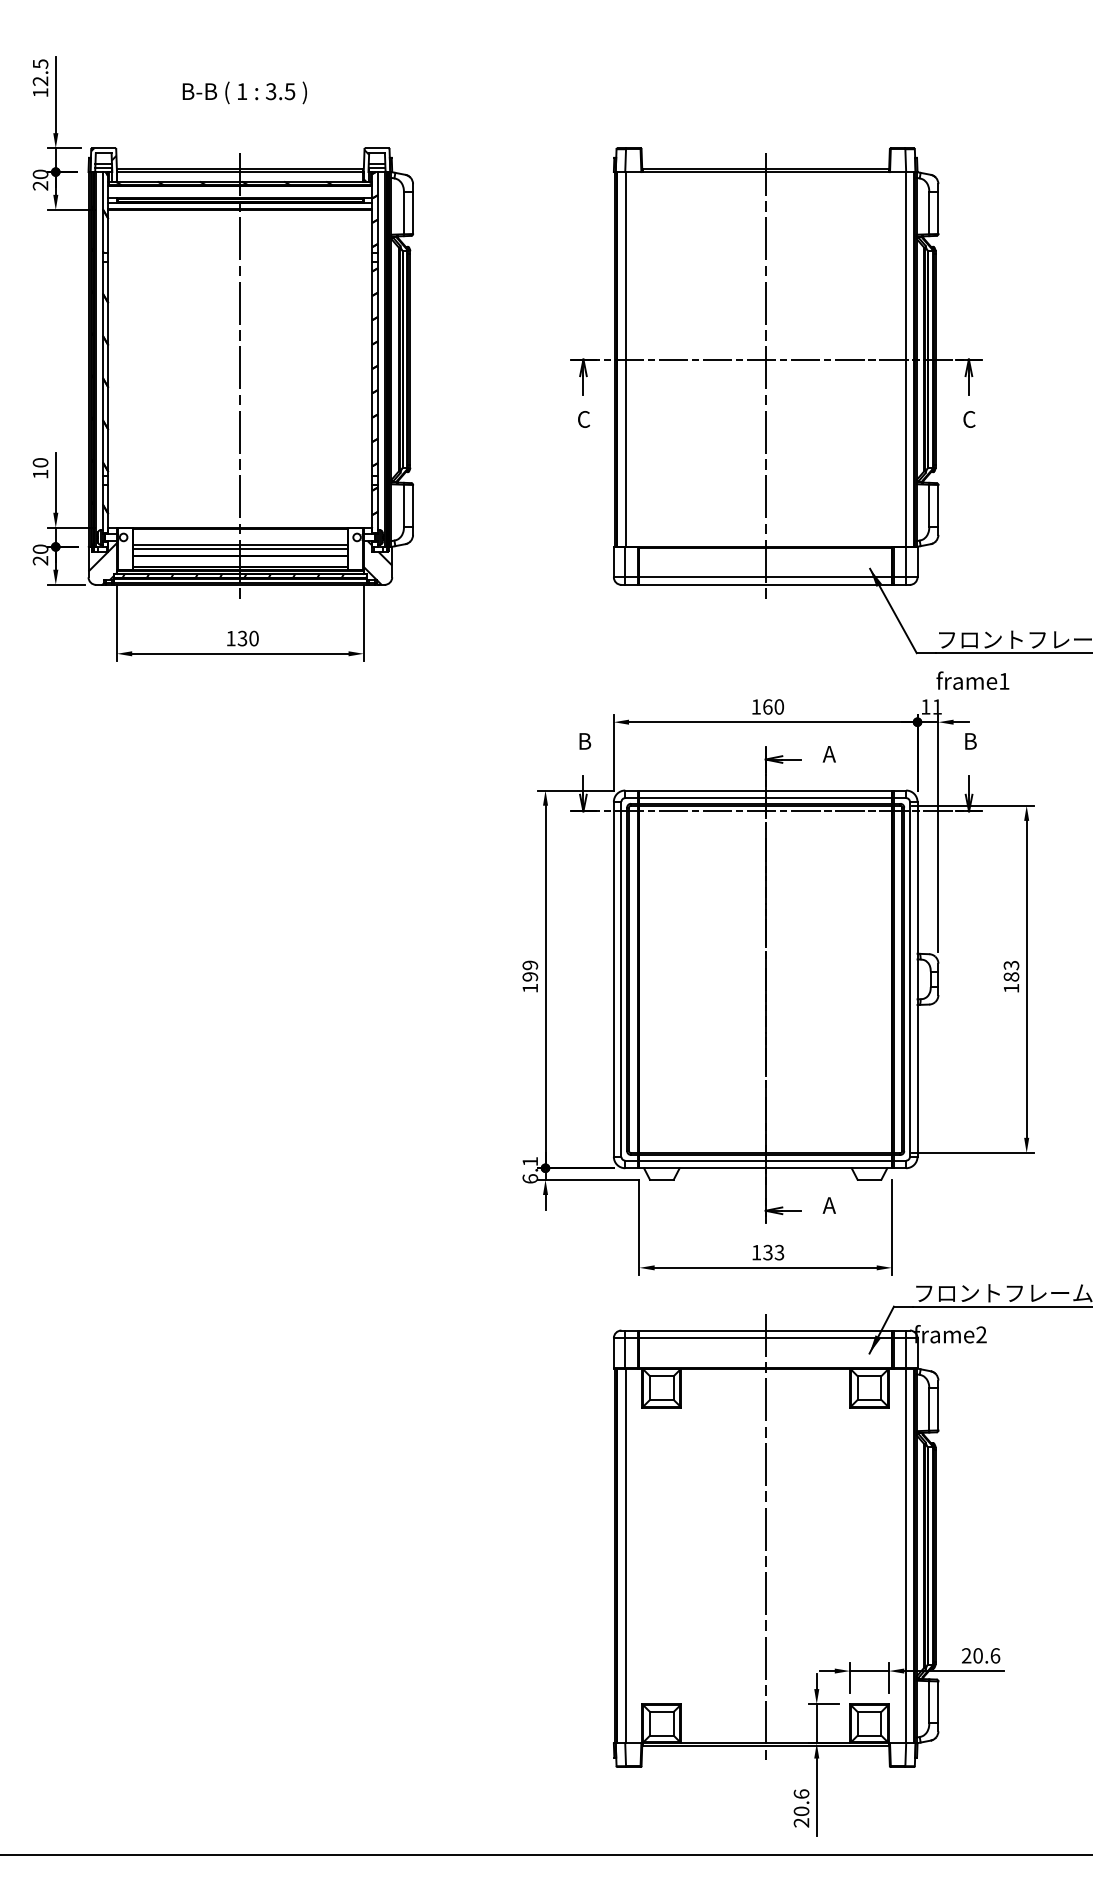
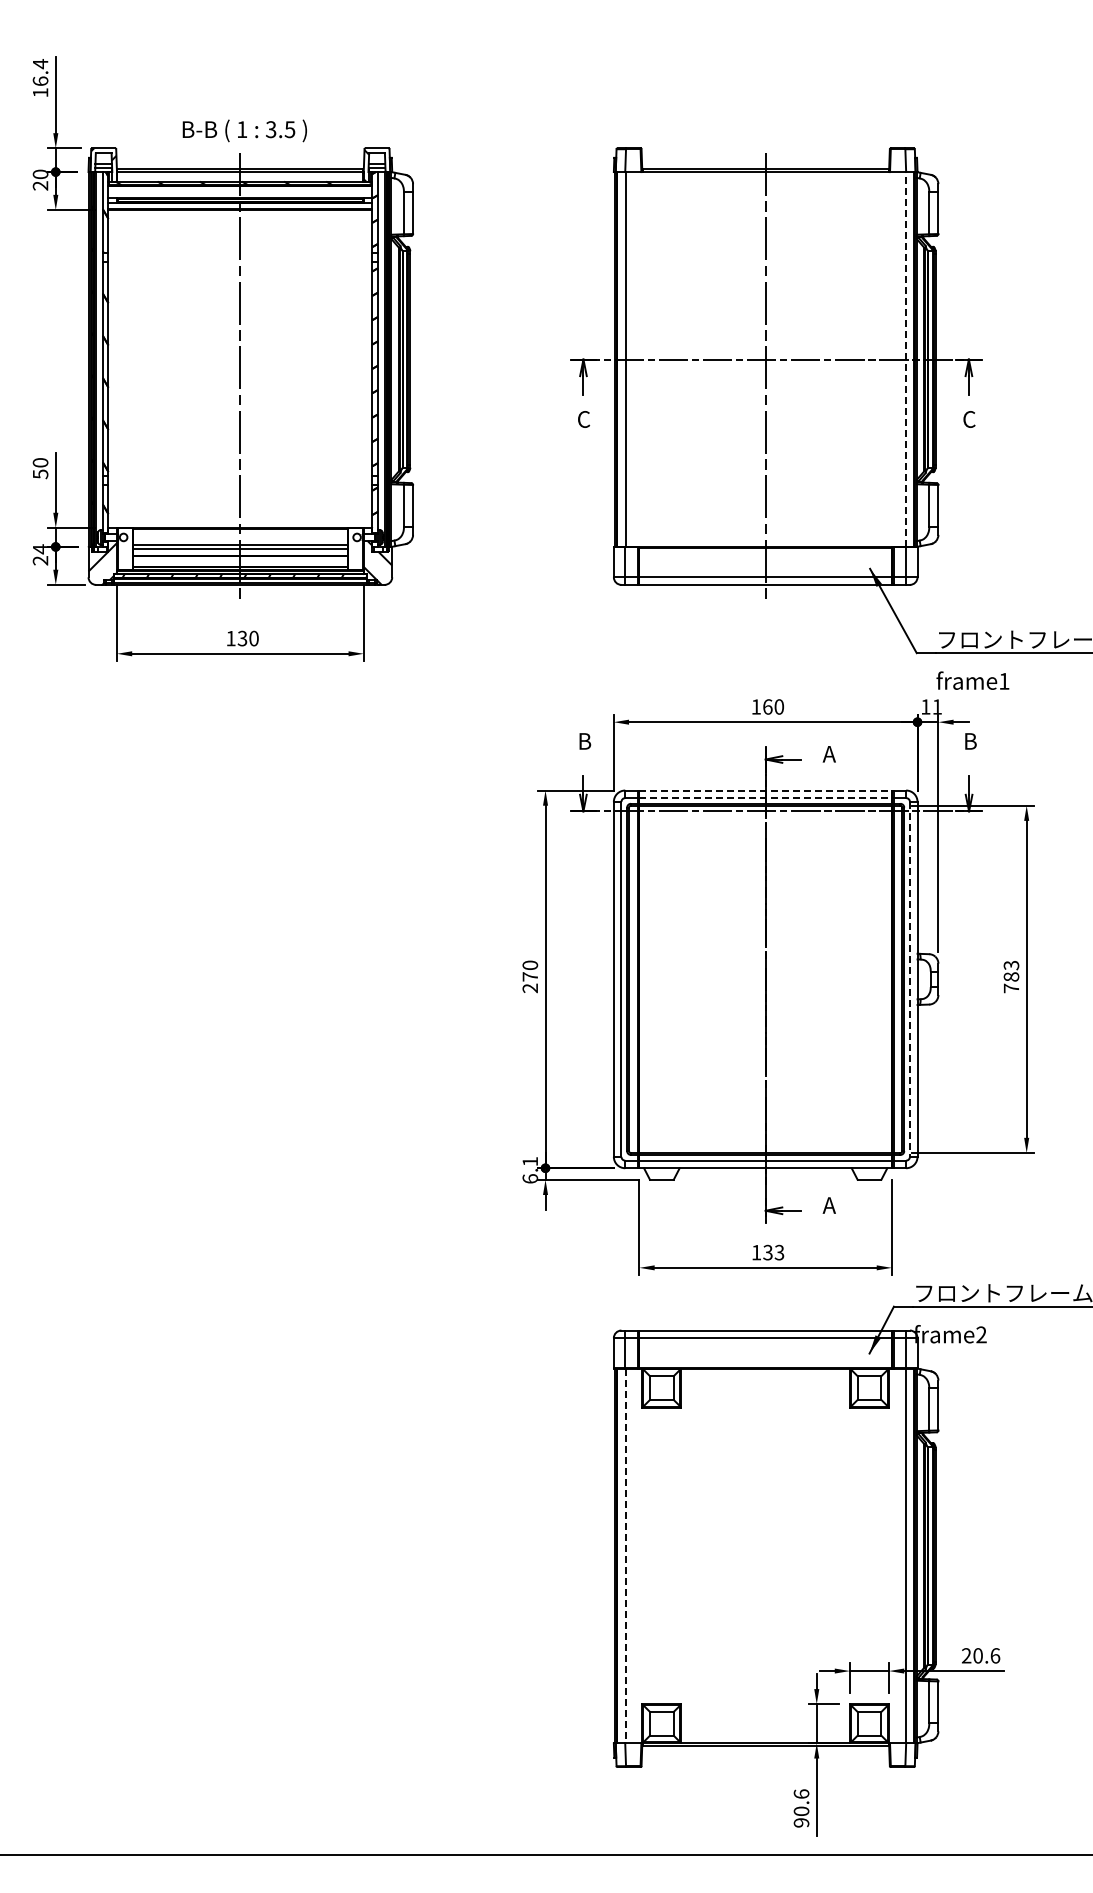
text at (40, 72): 12.5 -> 16.4
text at (244, 92) position: (244, 92) -> (244, 130)
line at (905, 359): solid -> dashed
text at (40, 474): 10 -> 50
text at (40, 549): 20 -> 24
line at (766, 790): solid -> dashed
line at (766, 798): solid -> dashed
text at (530, 976): 199 -> 270
line at (909, 979): solid -> dashed
text at (1011, 988): 183 -> 783
line at (765, 1537): present -> none
line at (625, 1556): solid -> dashed
text at (801, 1822): 20.6 -> 90.6
